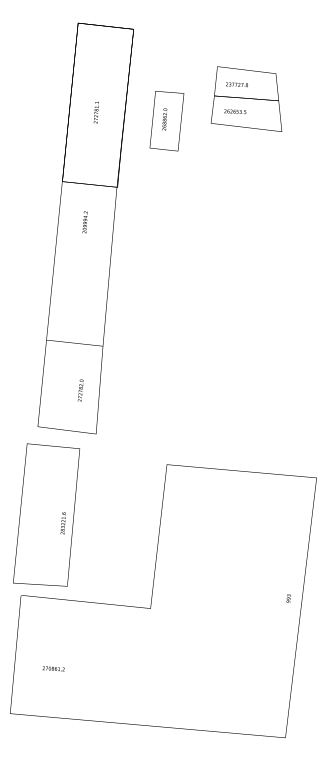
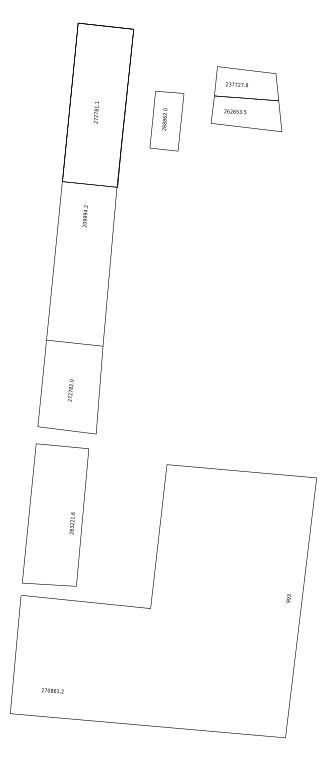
text at (84, 222) position: (84, 222) -> (84, 216)
text at (80, 390) position: (80, 390) -> (70, 390)
text at (46, 514) position: (46, 514) -> (55, 514)
text at (53, 668) position: (53, 668) -> (52, 690)
